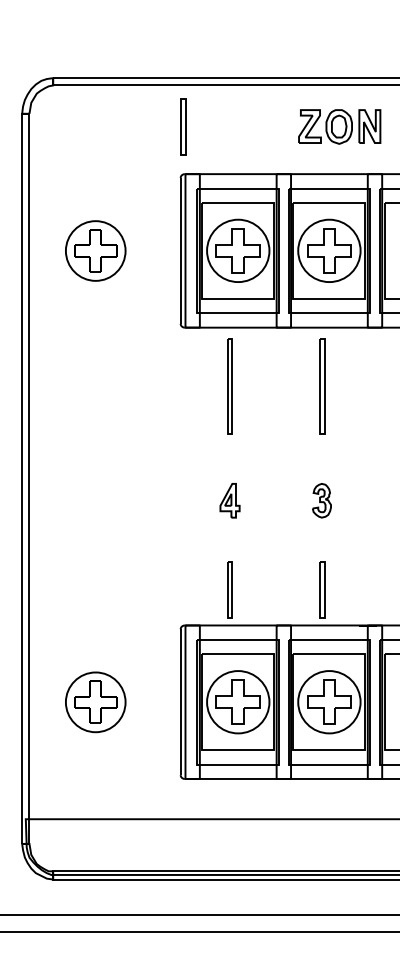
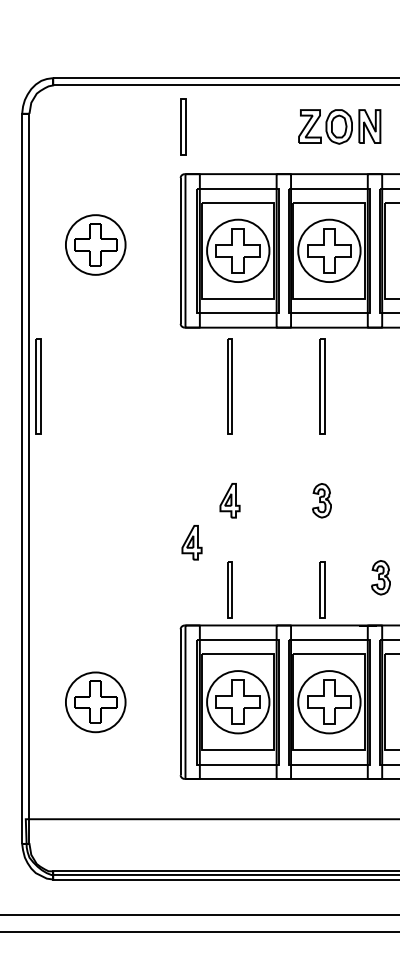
part at (95, 250) position: (95, 250) -> (95, 244)
part at (38, 386): none -> present
part at (191, 542): none -> present
part at (380, 577): none -> present
